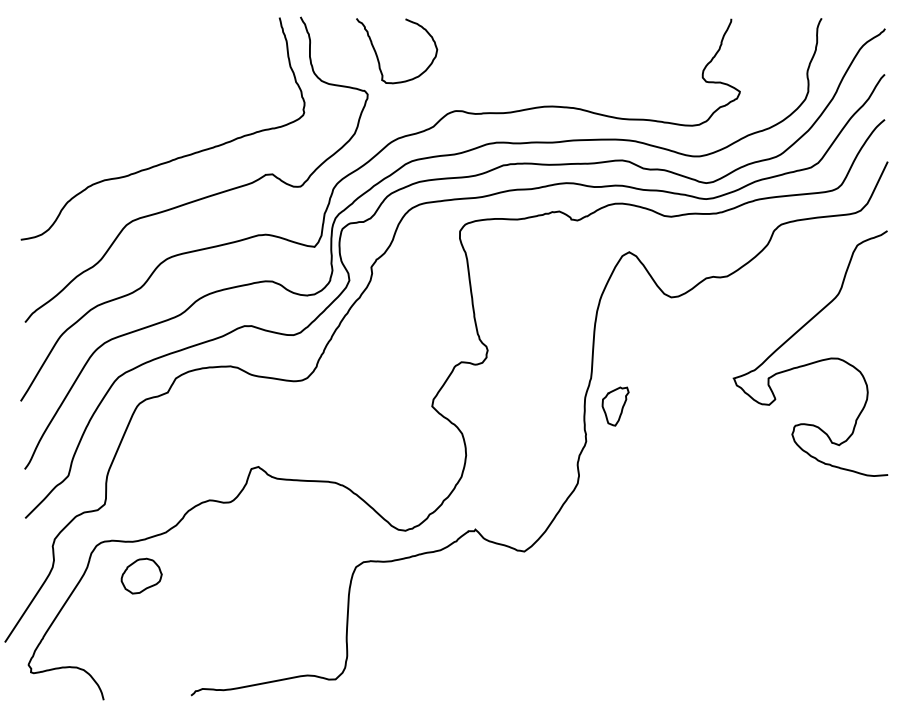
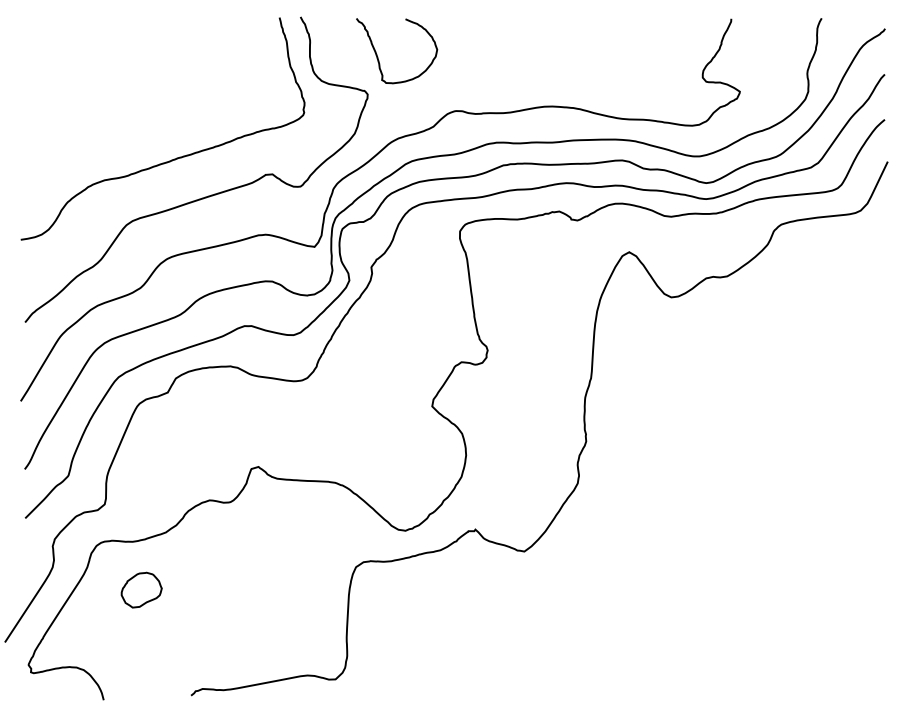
curve at (813, 361): present -> none
part at (615, 406): present -> none
part at (141, 575) position: (141, 575) -> (141, 589)
